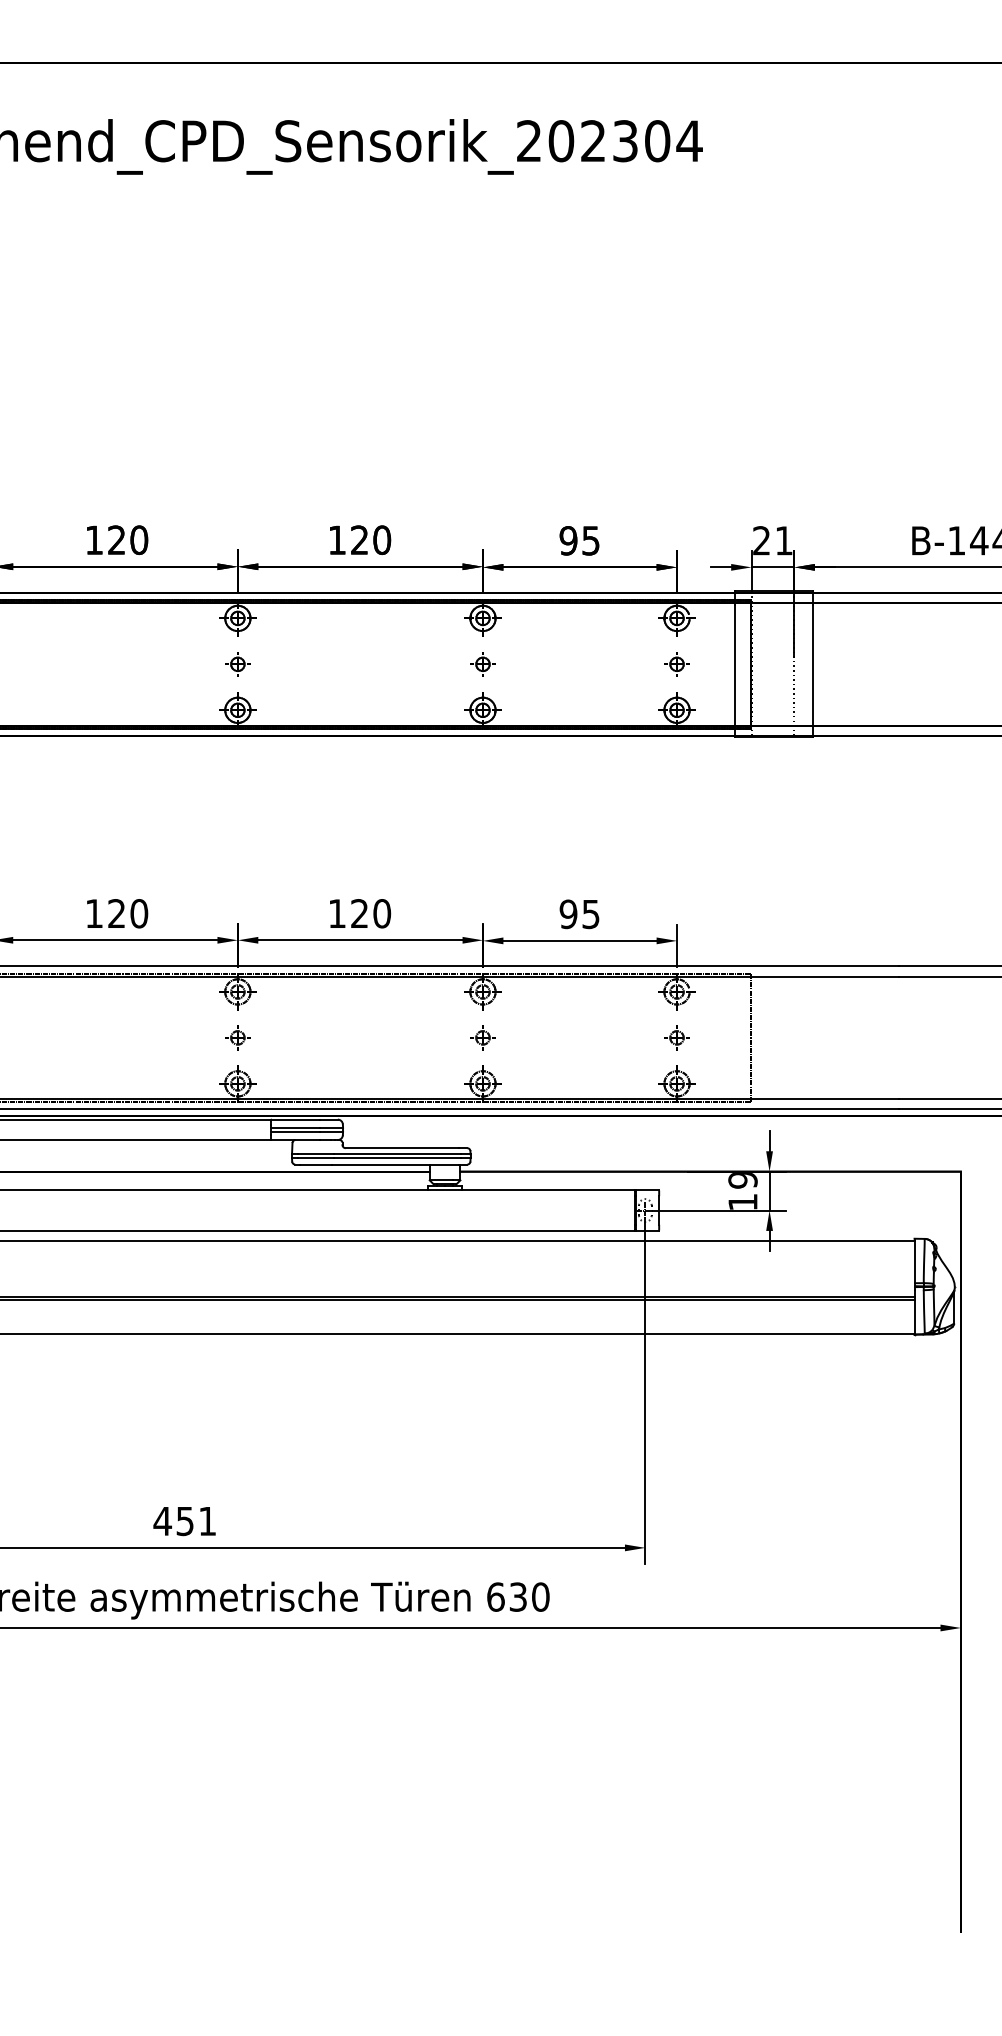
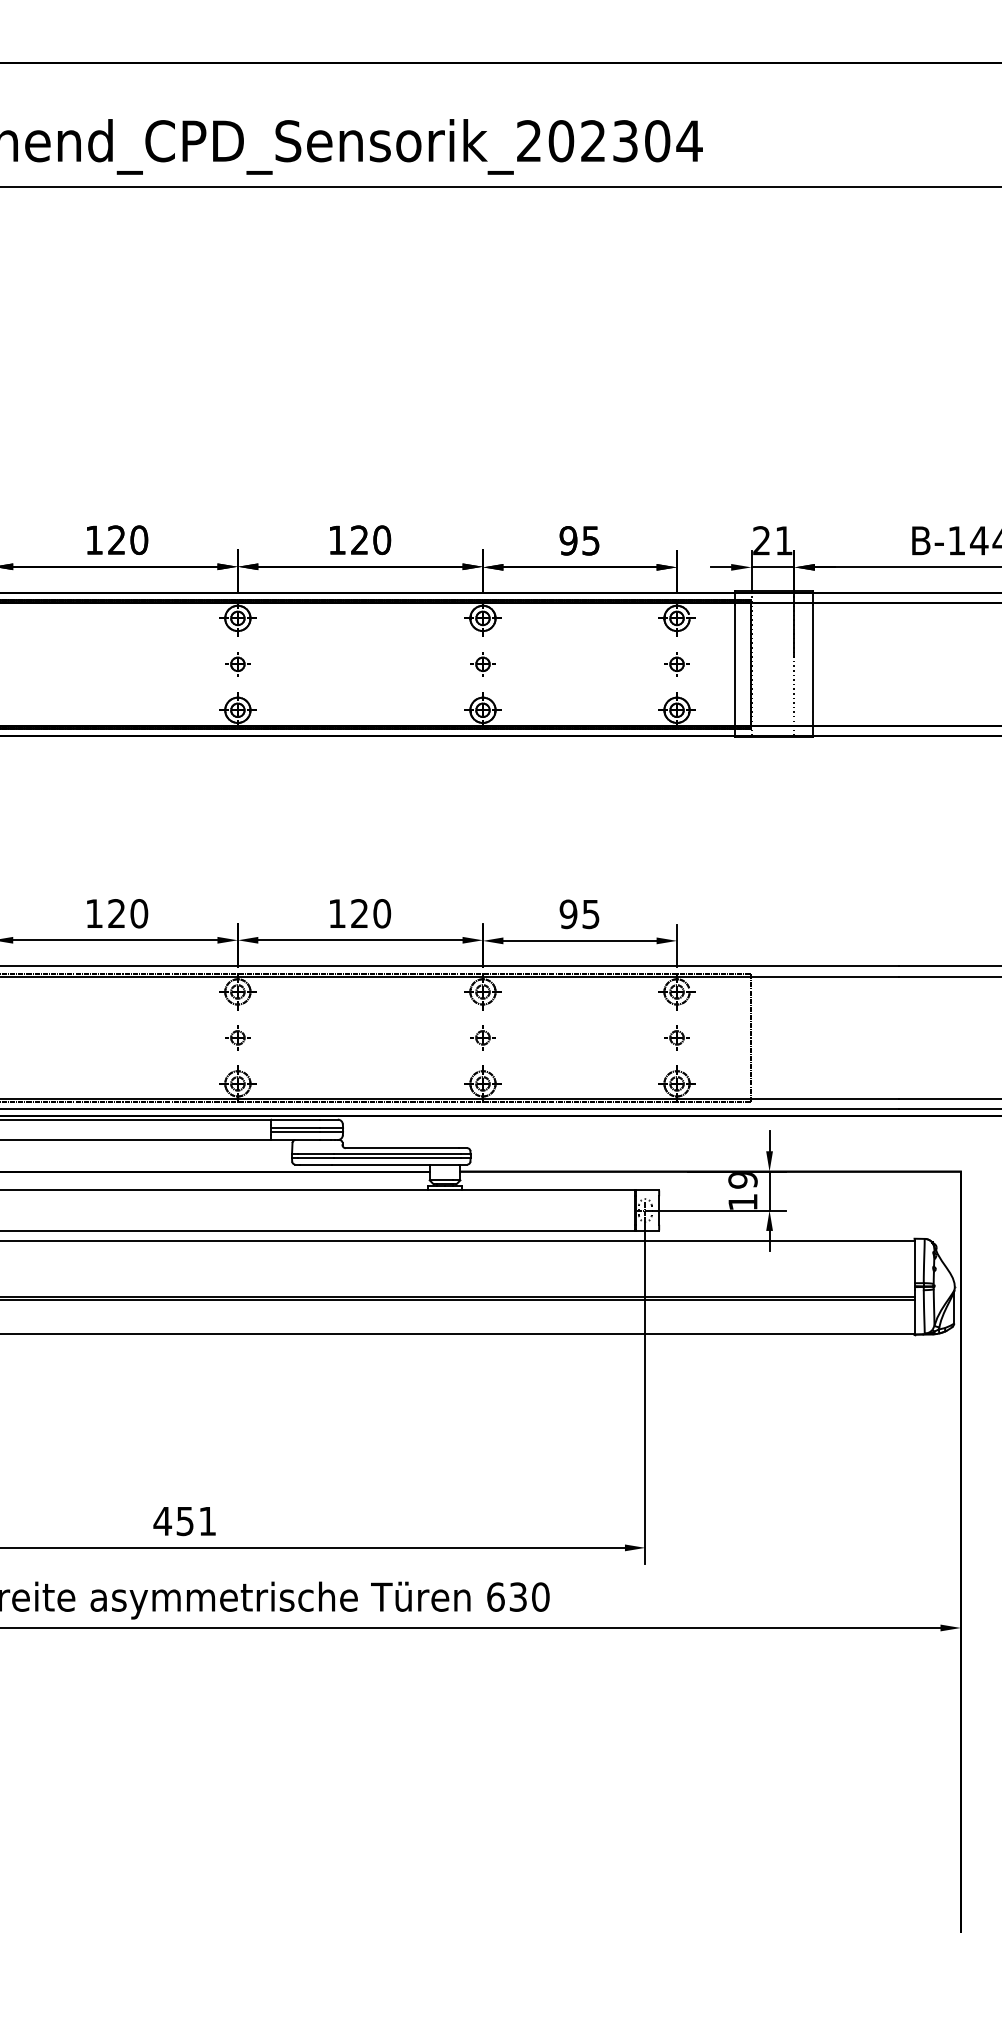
line at (500, 186): none -> present
